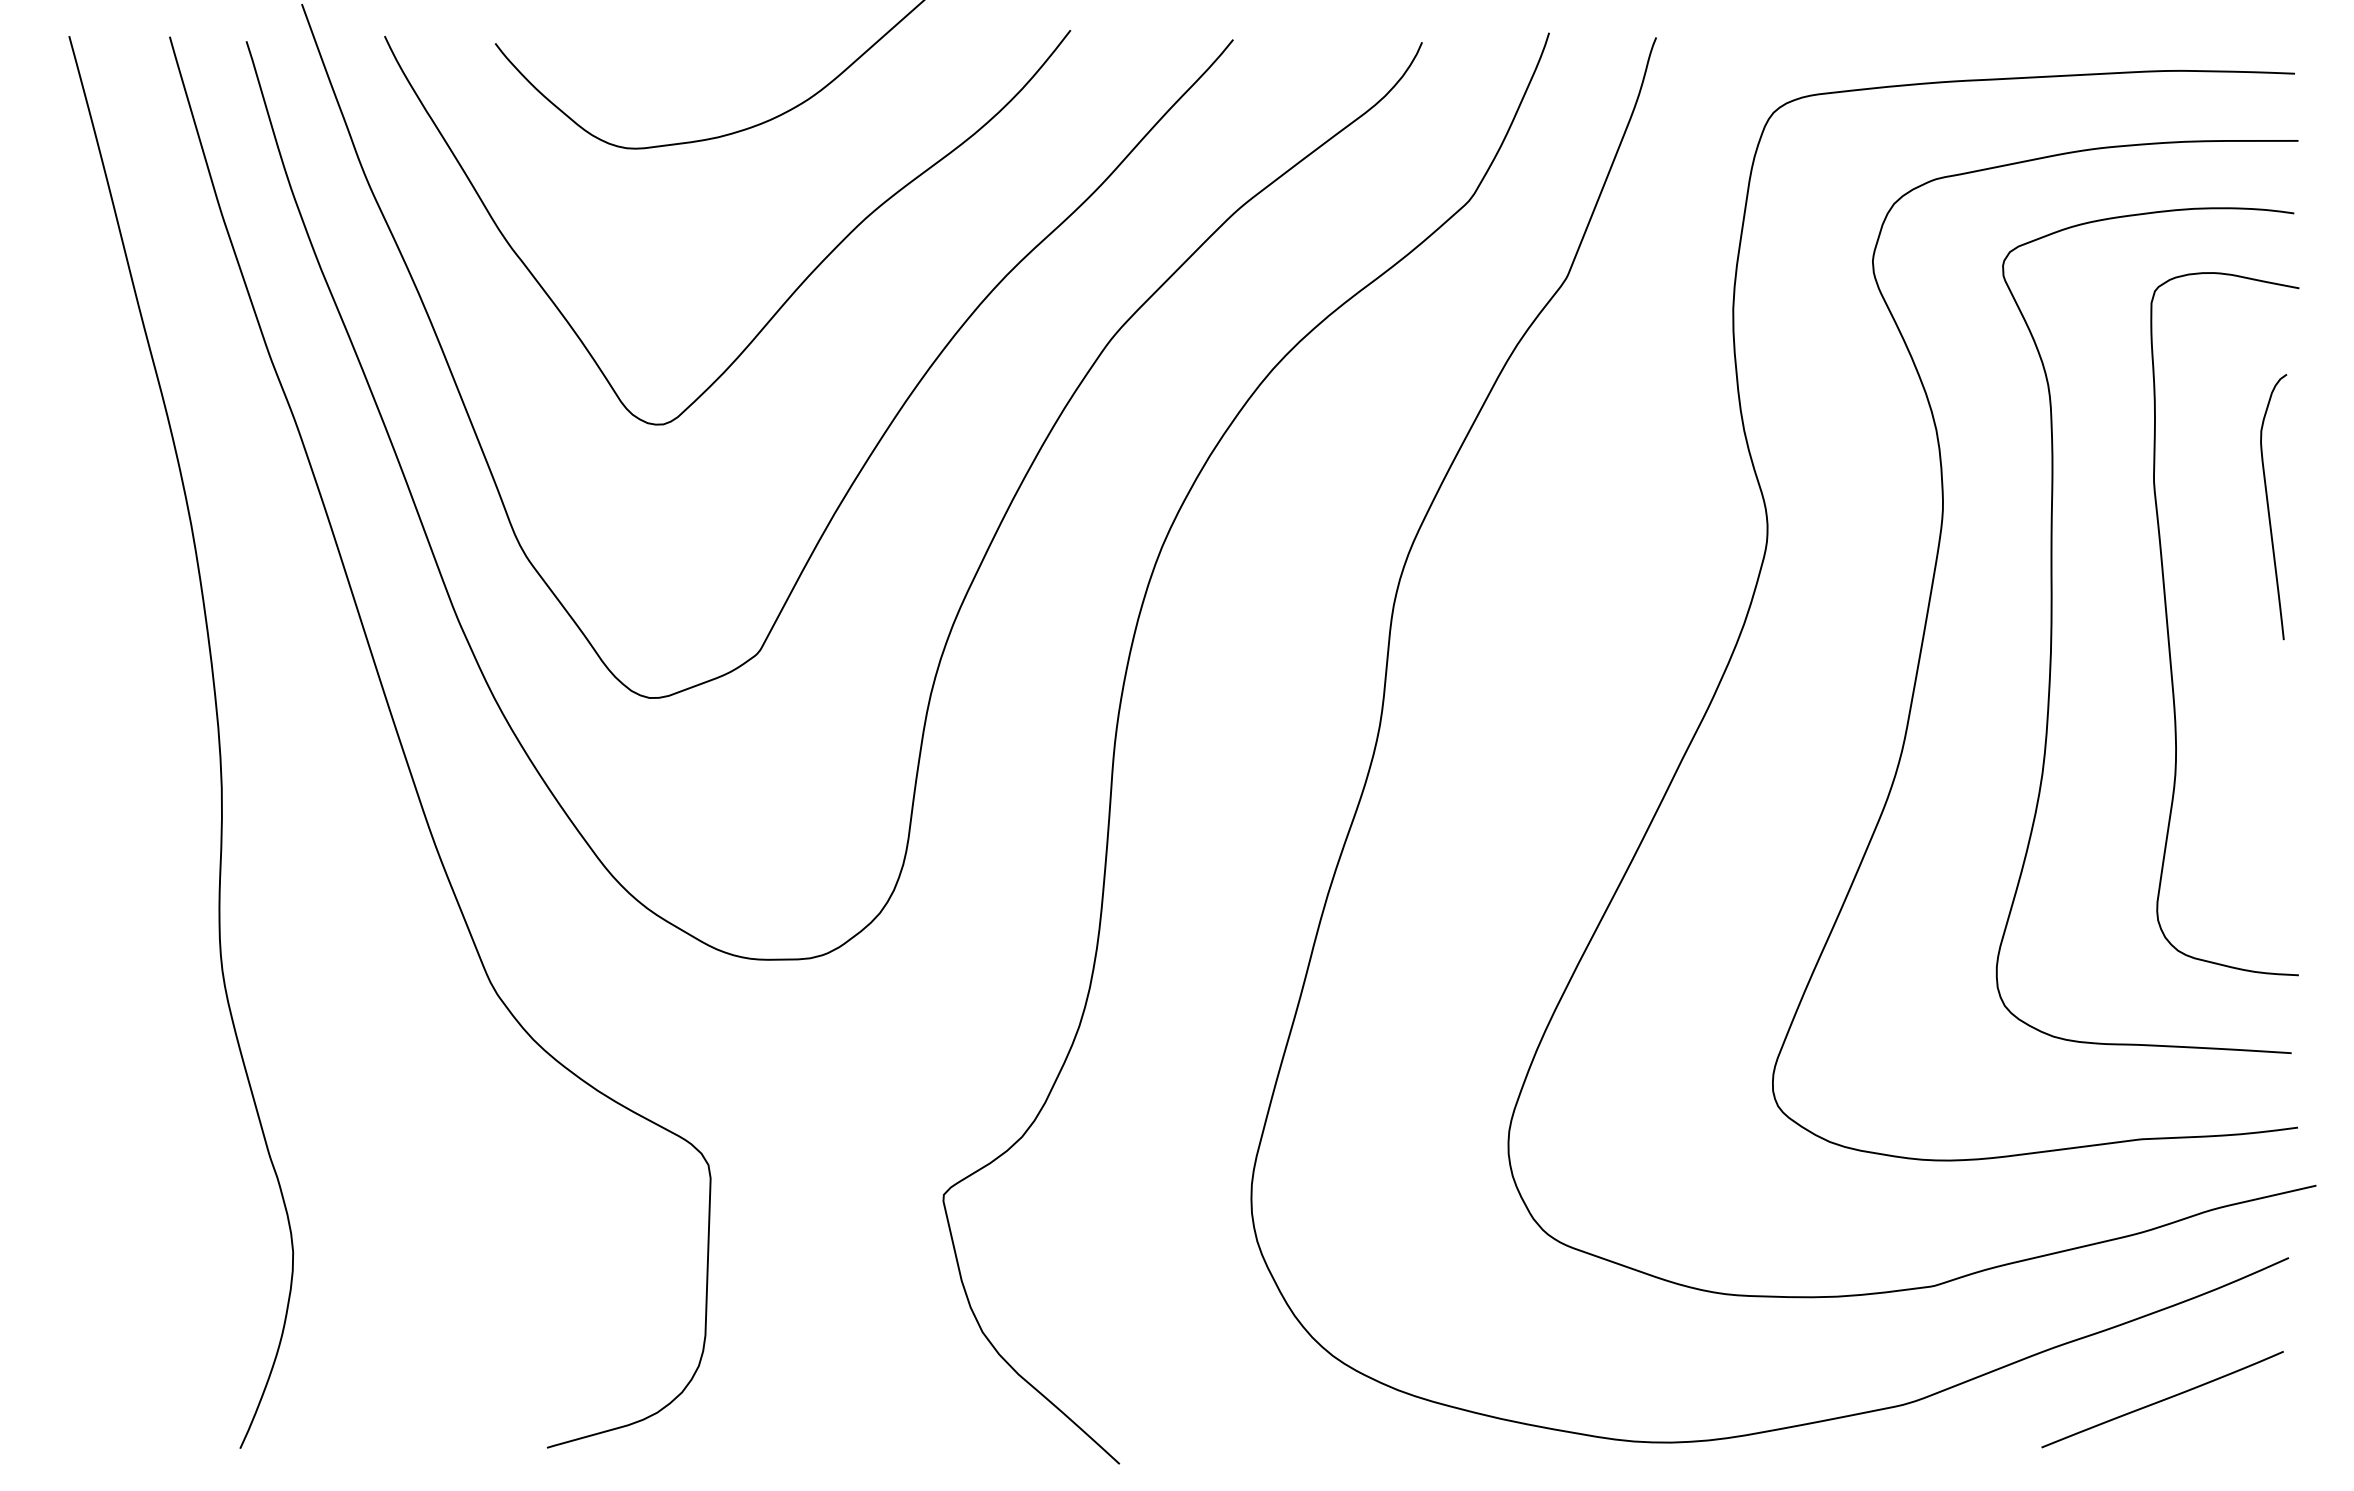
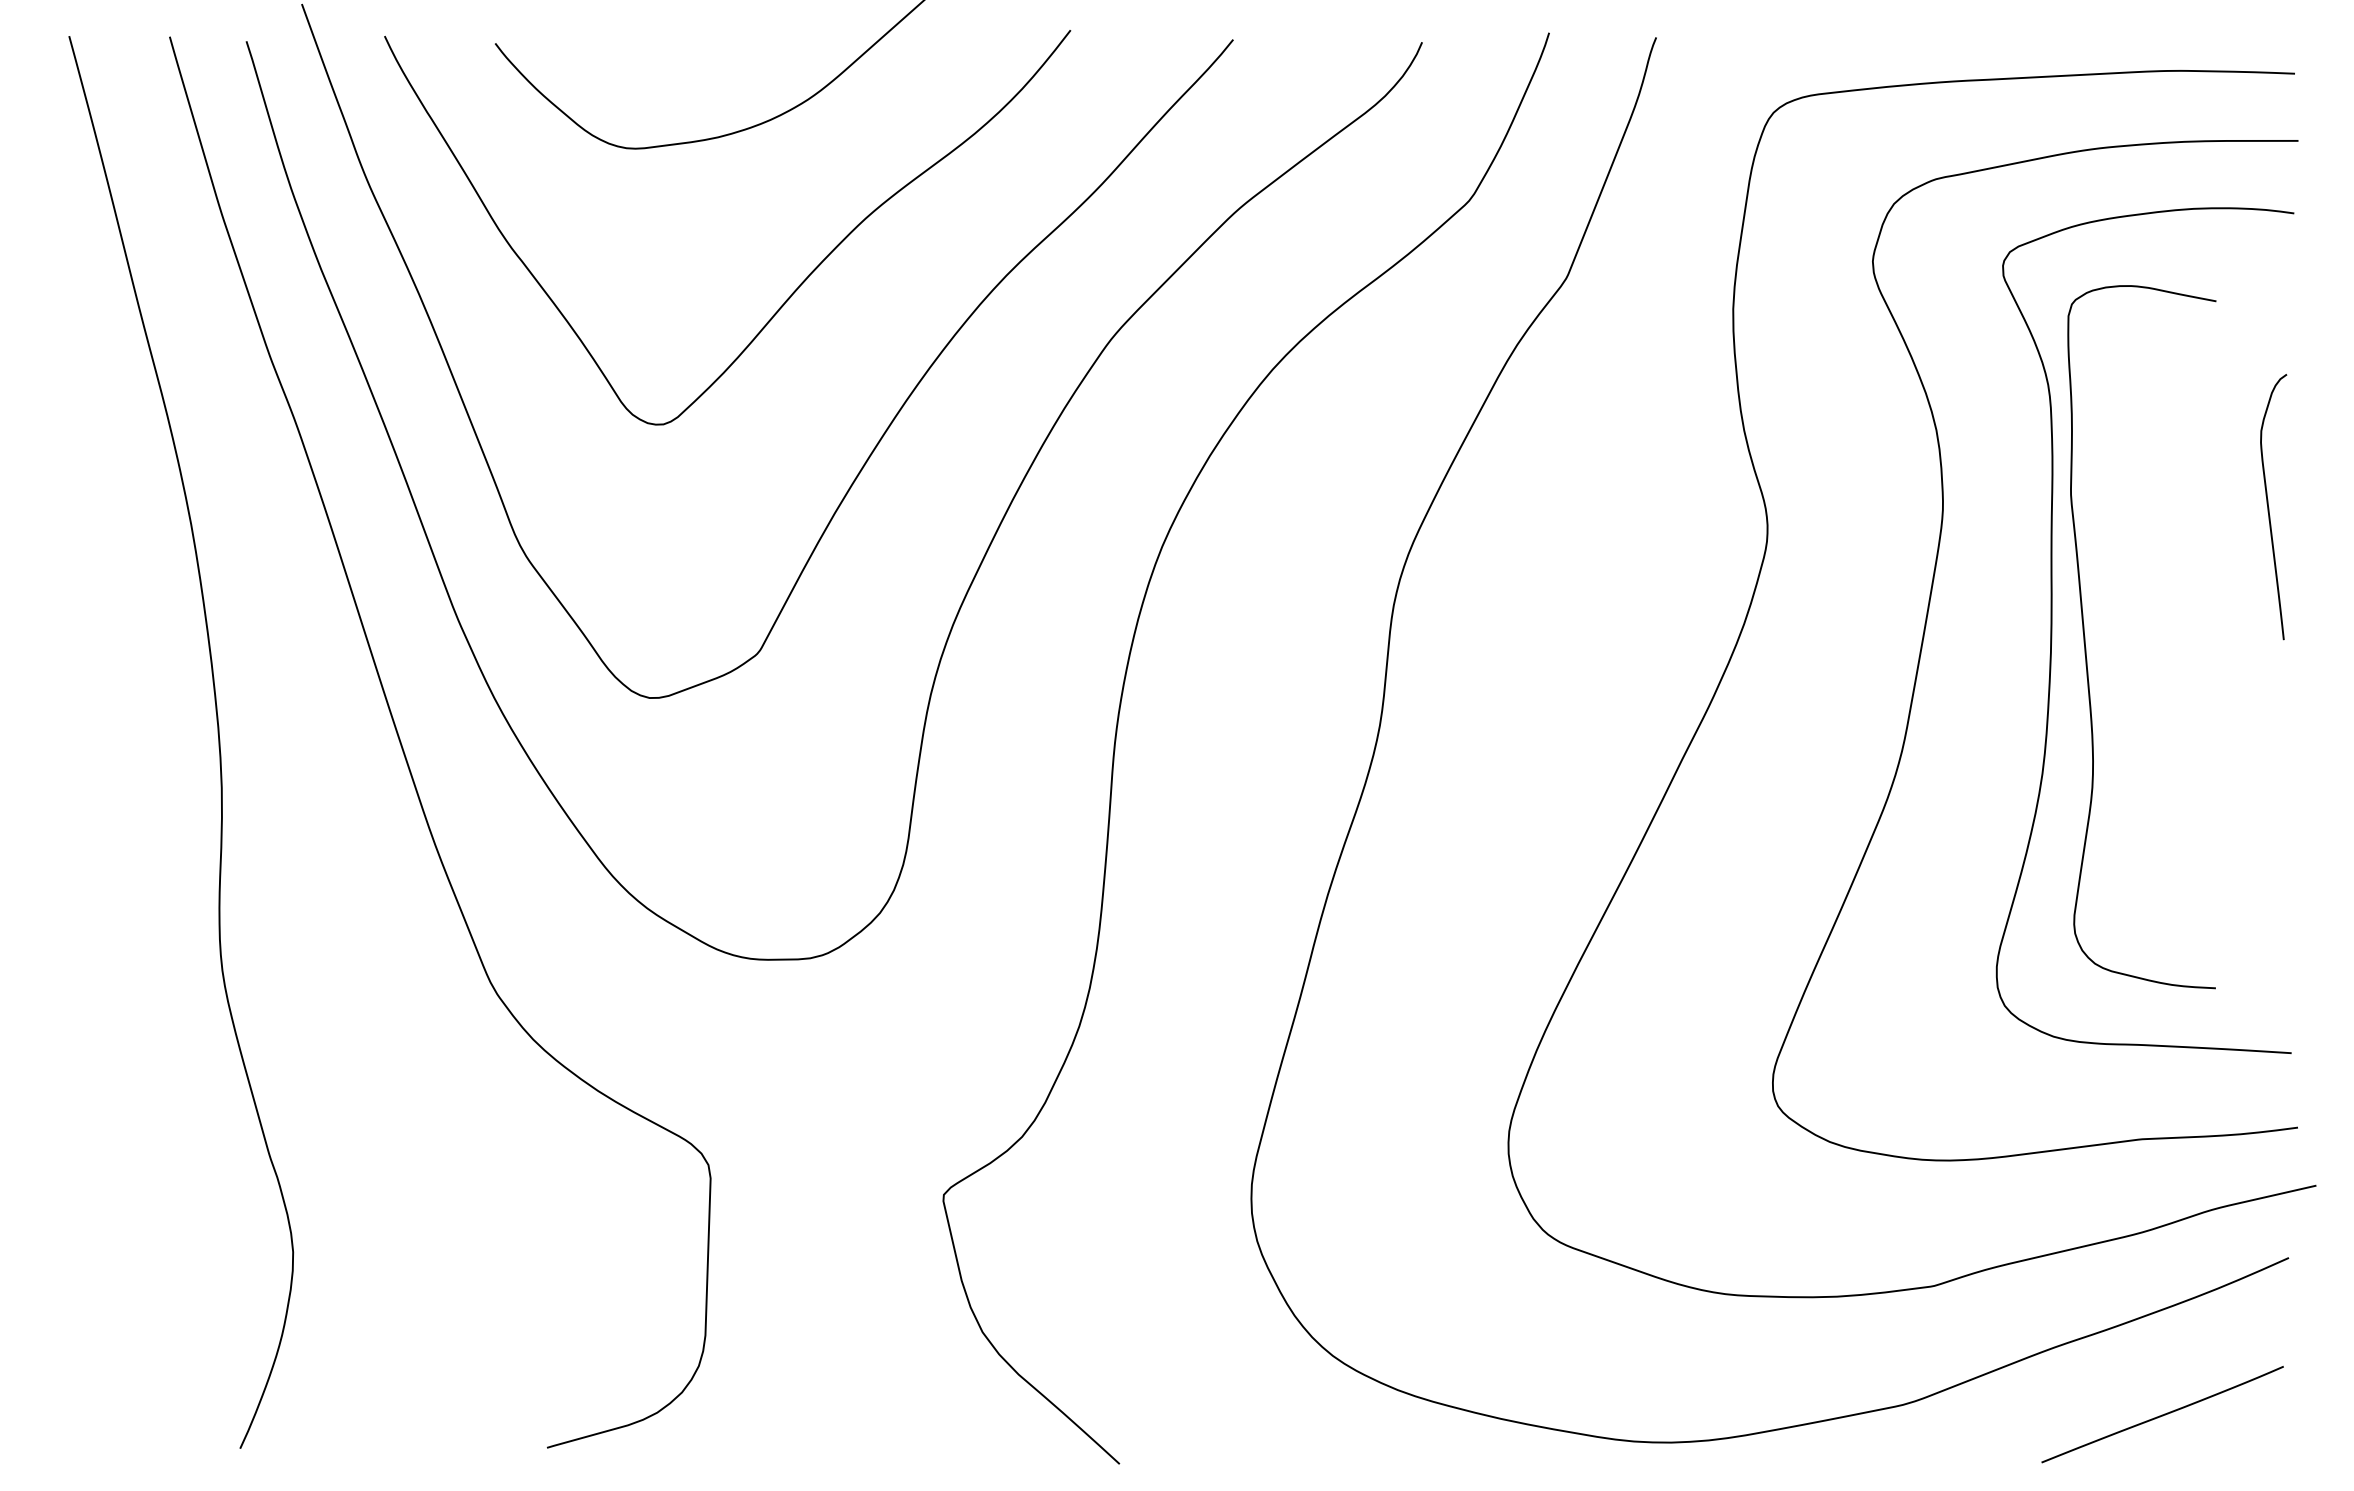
curve at (2169, 634) position: (2169, 634) -> (2086, 647)
curve at (2162, 1399) position: (2162, 1399) -> (2162, 1414)
